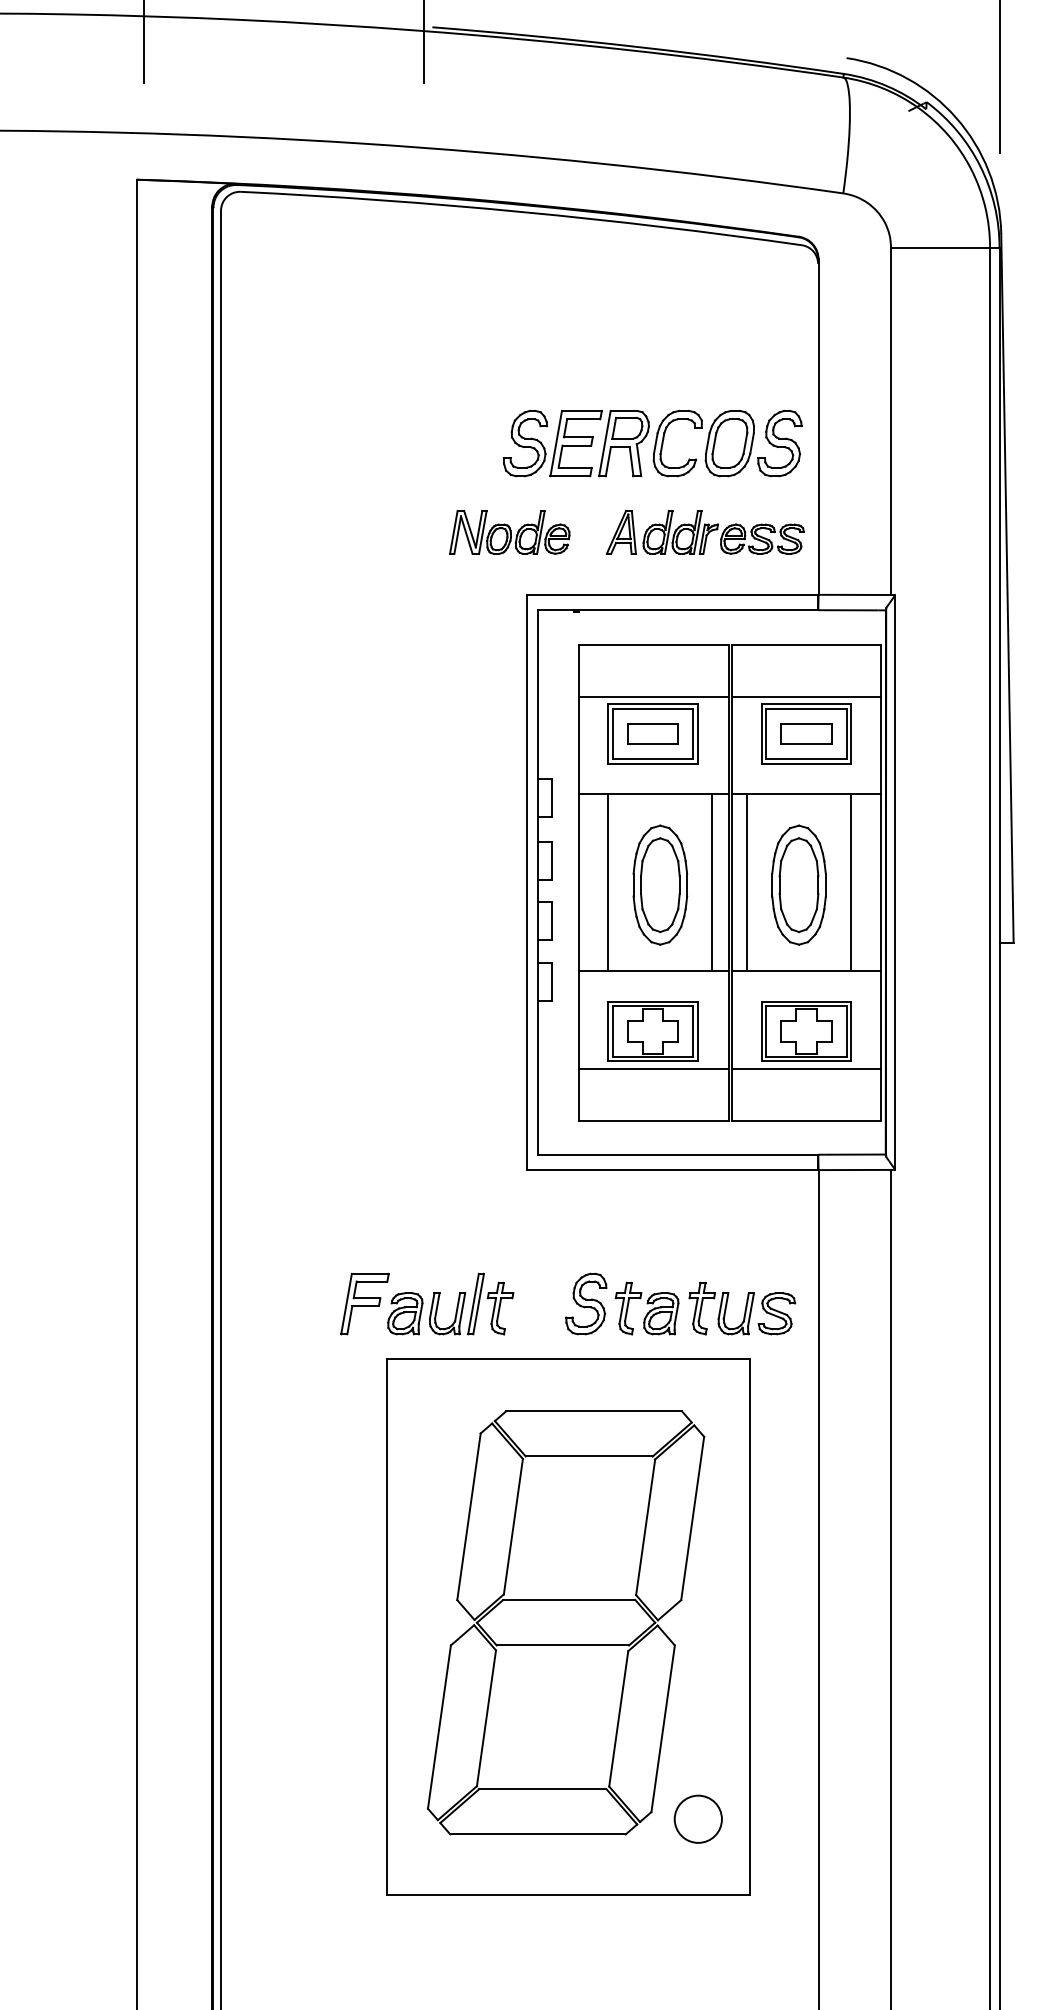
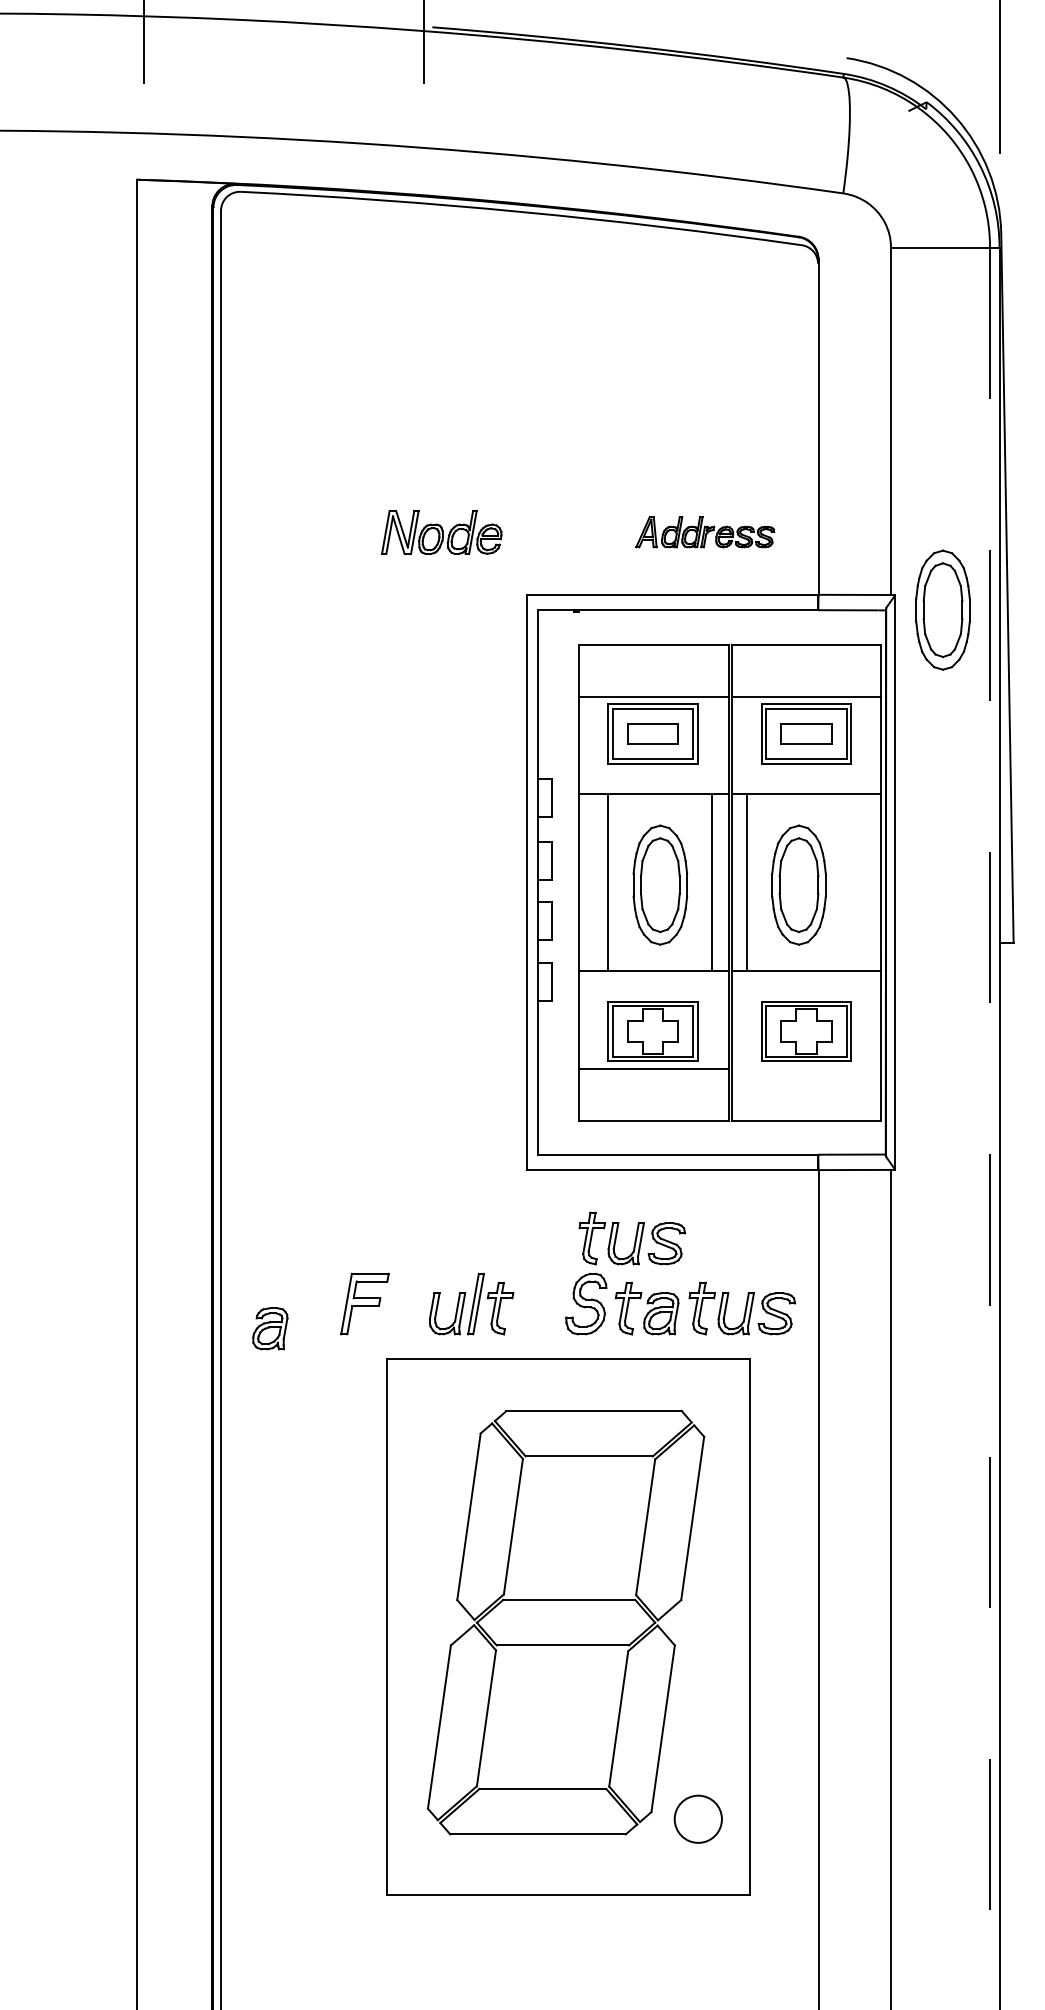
part at (652, 443): present -> none
part at (704, 531) size: 200x46 px -> 141x33 px
part at (509, 532) position: (509, 532) -> (441, 532)
part at (942, 609): none -> present
line at (851, 882): present -> none
line at (806, 1068): present -> none
line at (990, 1128): solid -> dashed
part at (632, 1238): none -> present
part at (405, 1313) position: (405, 1313) -> (270, 1328)
